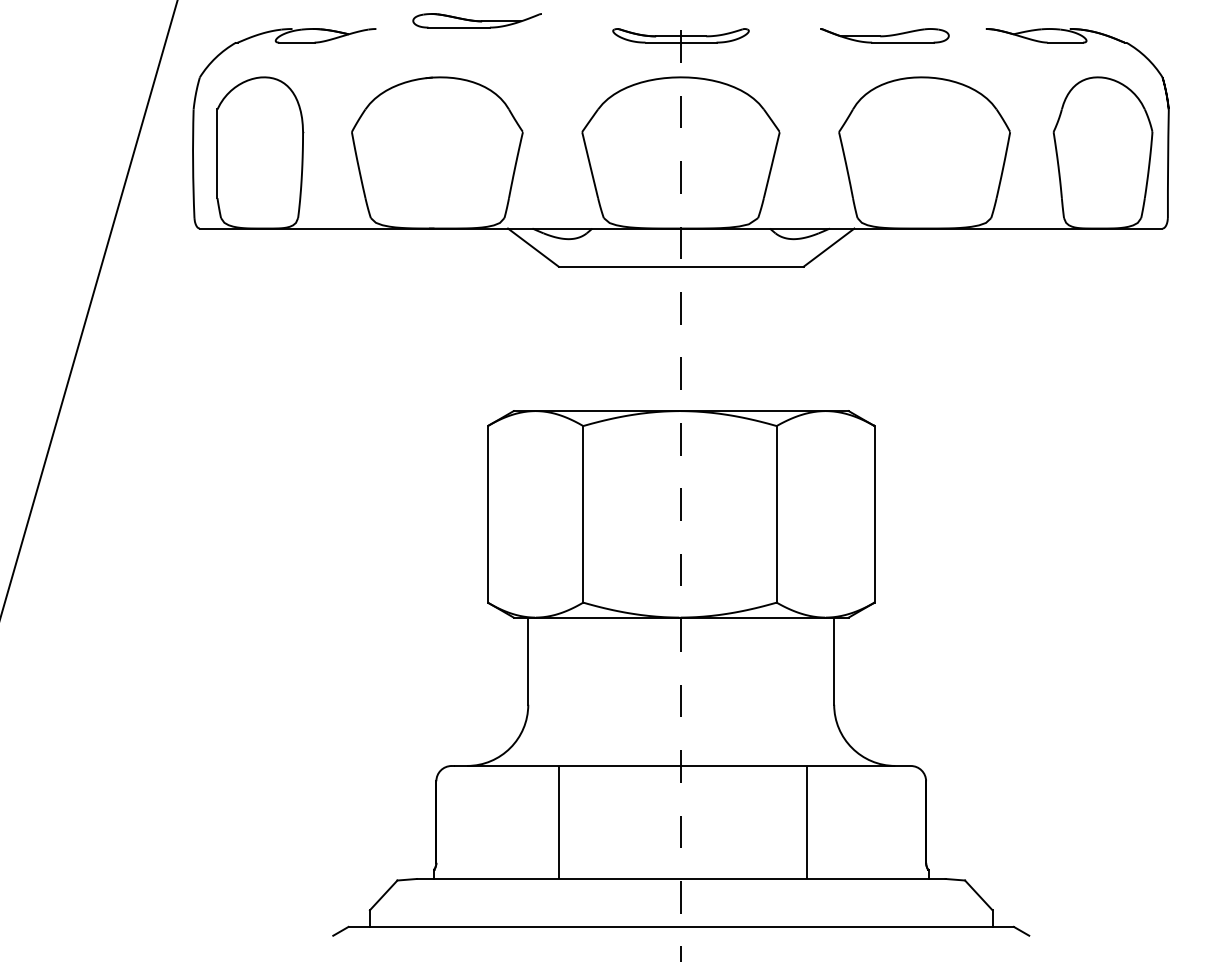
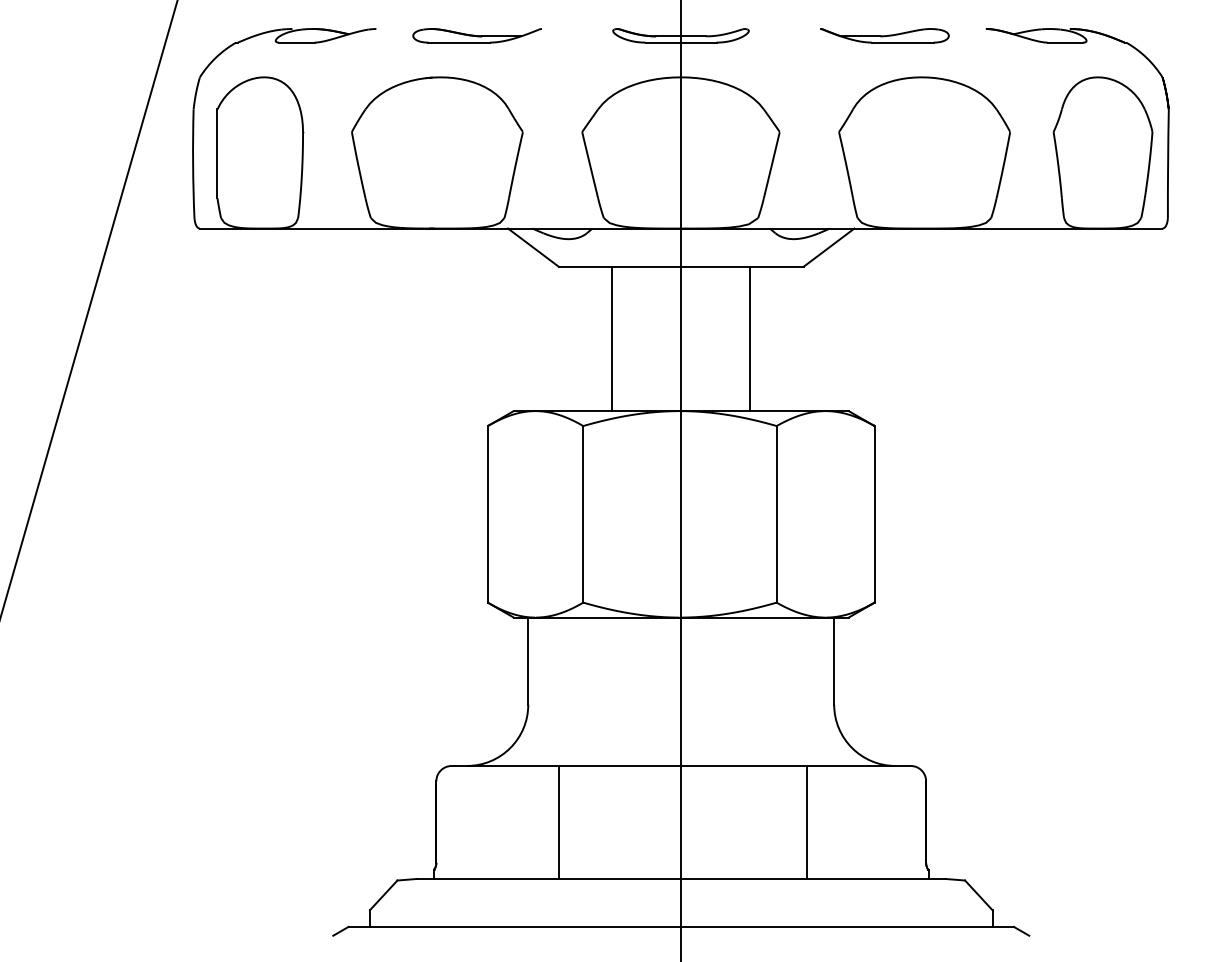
part at (476, 20) position: (476, 20) -> (476, 35)
line at (612, 338): none -> present
line at (750, 338): none -> present
line at (680, 481): dashed -> solid
